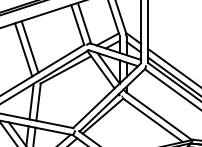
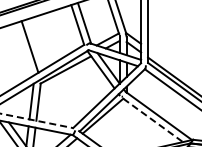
line at (23, 49): present -> none
line at (173, 66): present -> none
line at (37, 120): solid -> dashed
line at (153, 120): solid -> dashed
